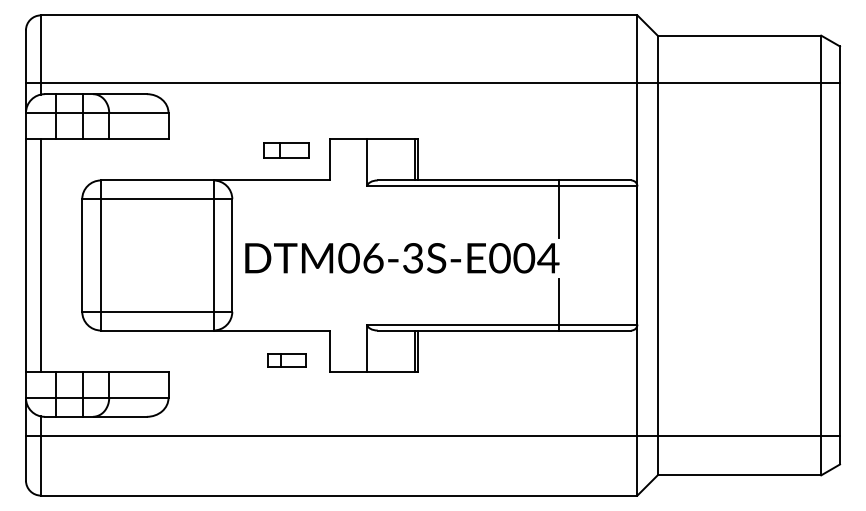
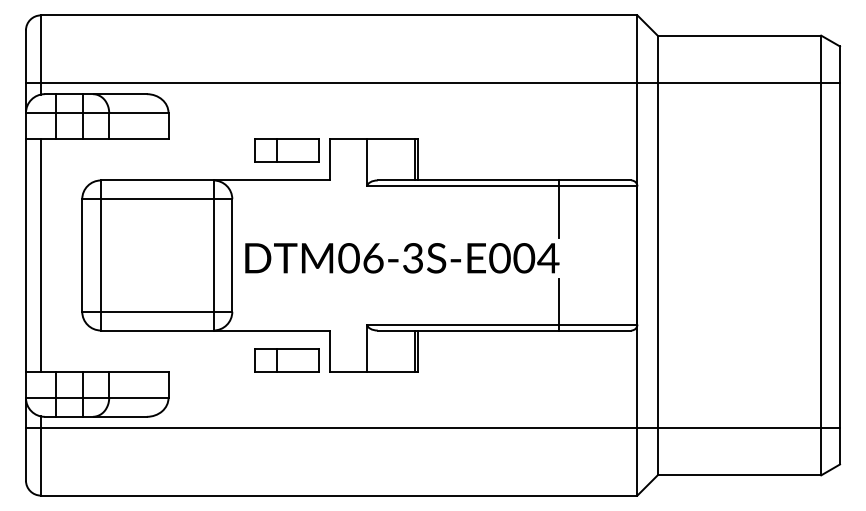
part at (286, 150) size: 47x17 px -> 66x25 px
part at (286, 360) size: 40x15 px -> 66x25 px
line at (432, 436) position: (432, 436) -> (432, 428)
